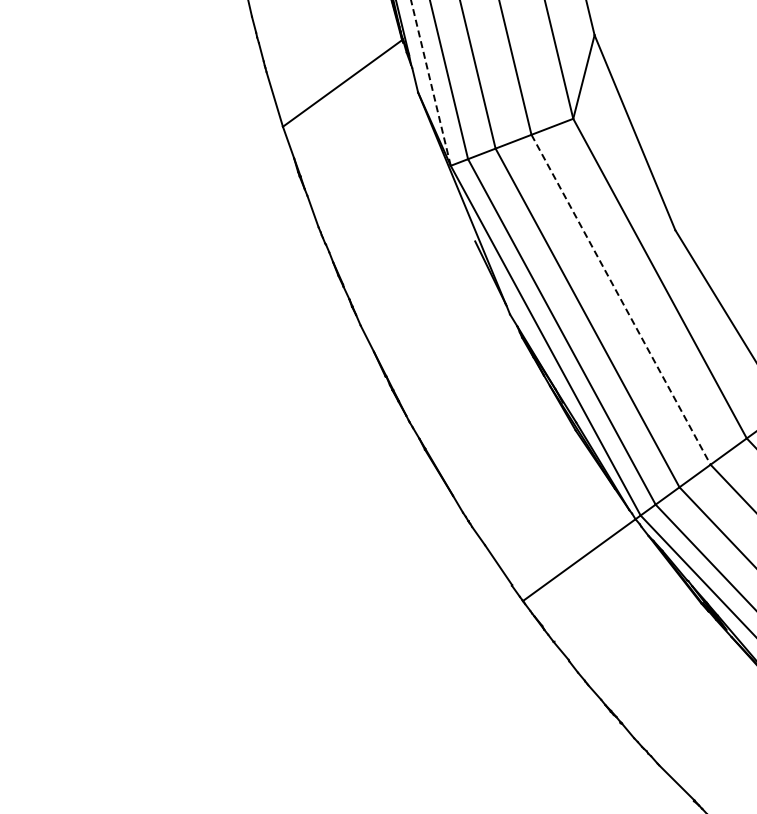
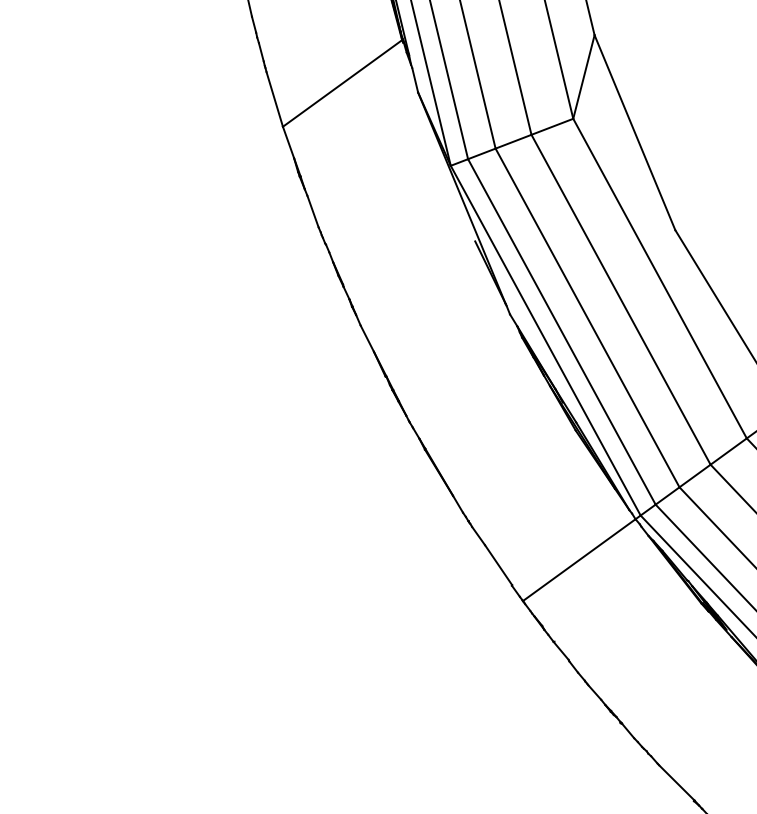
line at (431, 83): dashed -> solid
line at (621, 299): dashed -> solid
